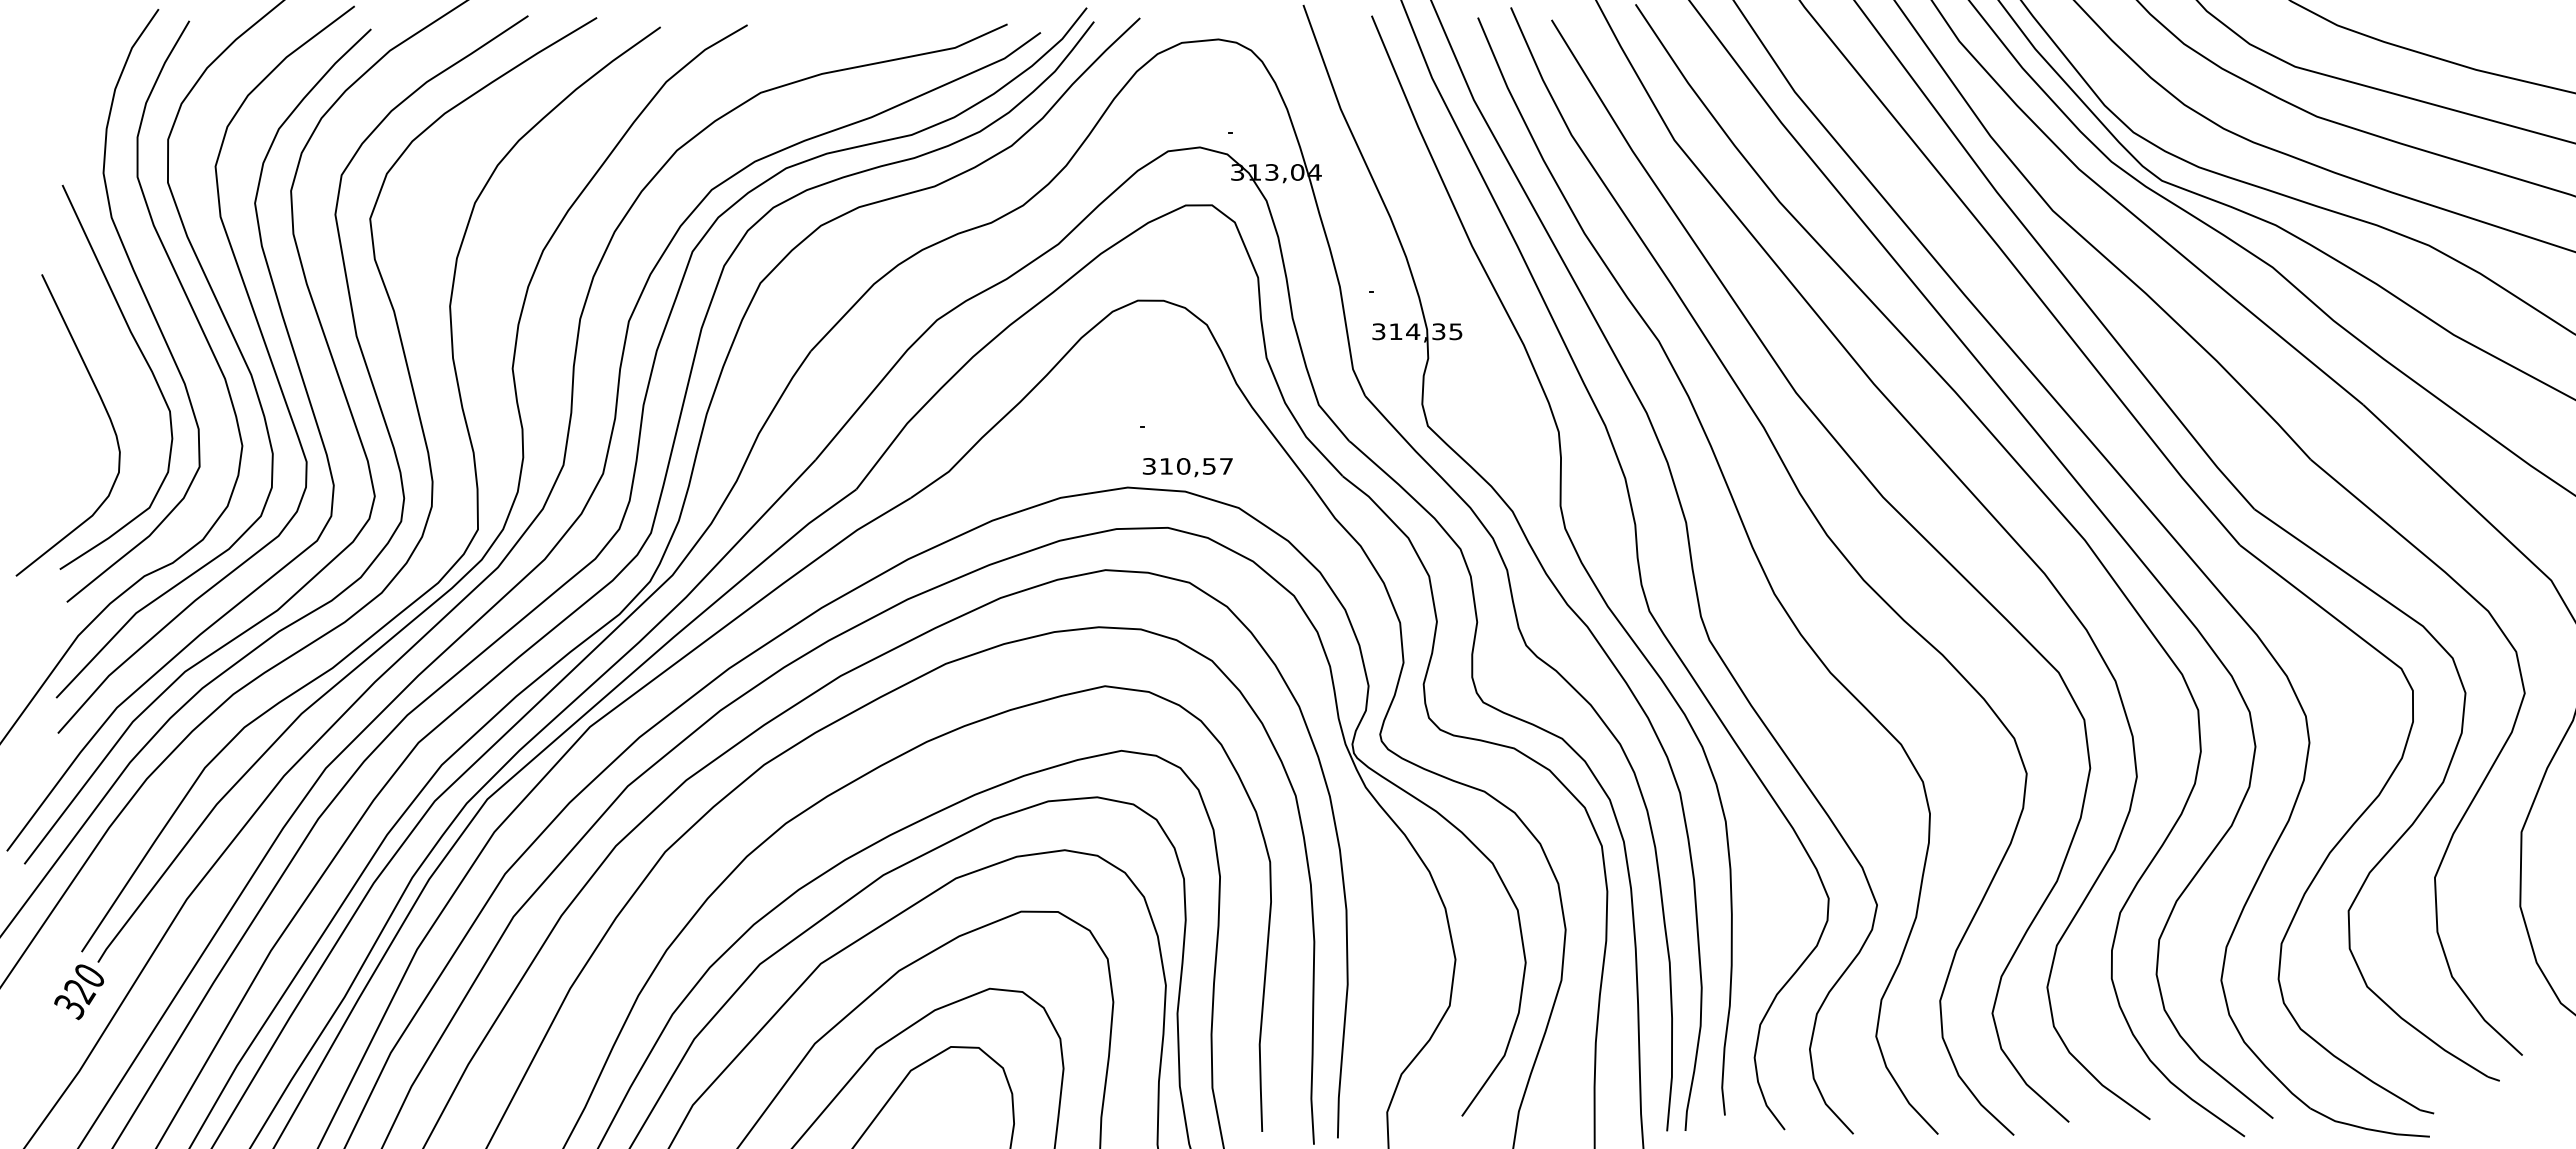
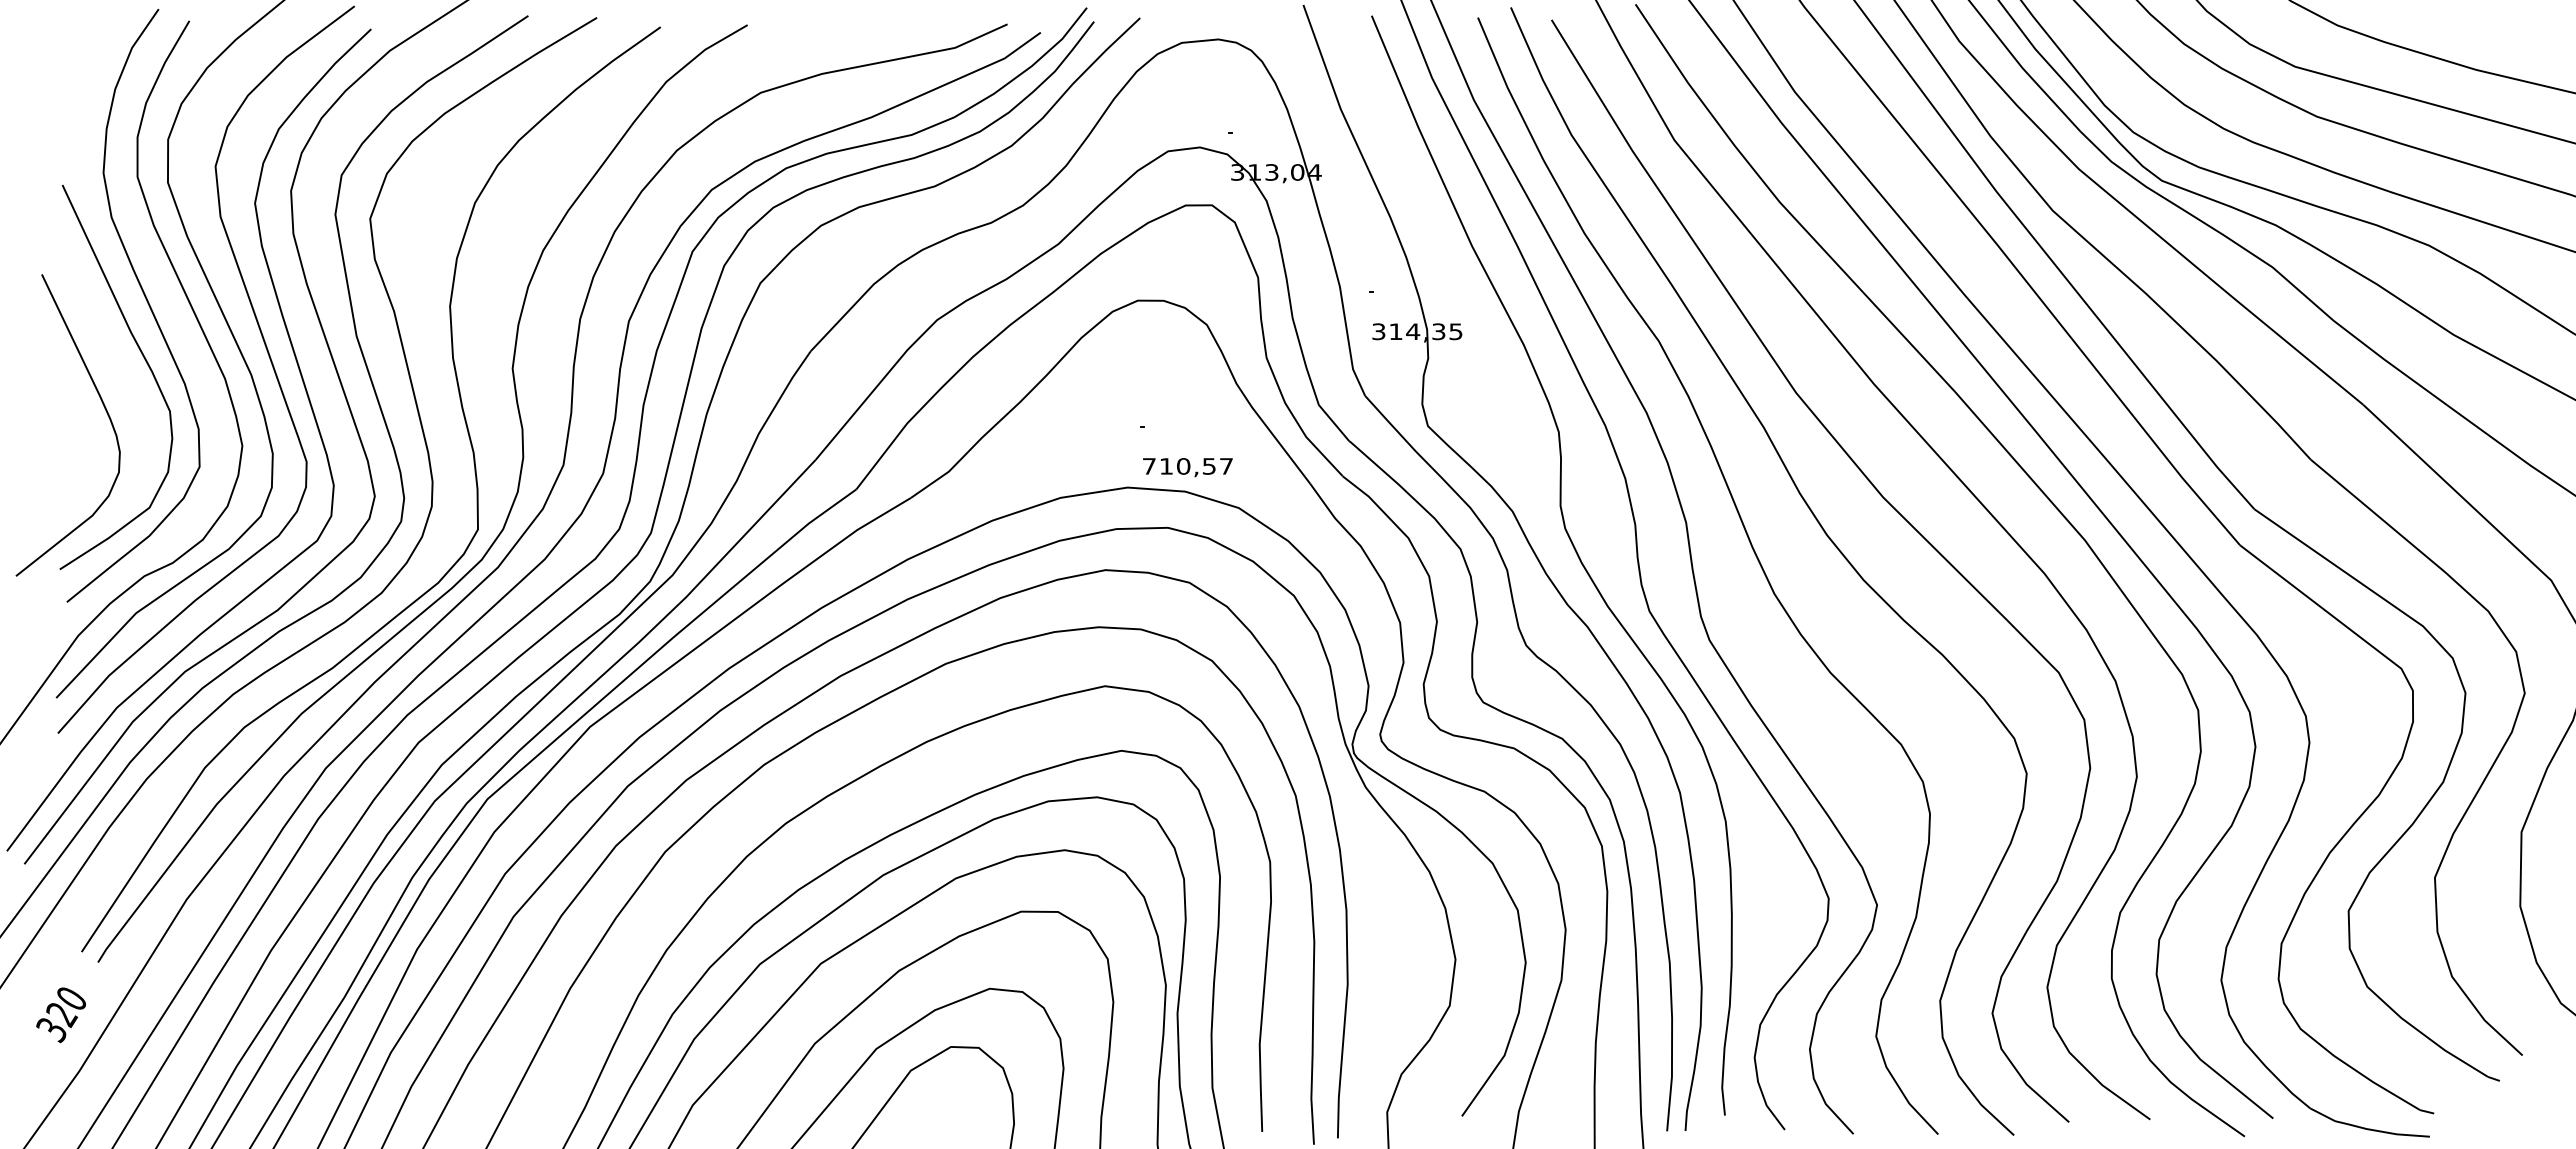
text at (1148, 466): 310,57 -> 710,57
text at (78, 992) position: (78, 992) -> (60, 1015)
